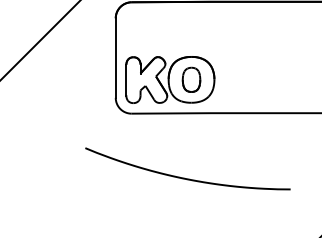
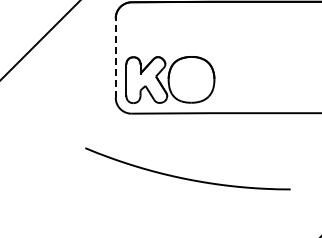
line at (115, 58): solid -> dashed
part at (191, 79): present -> none
